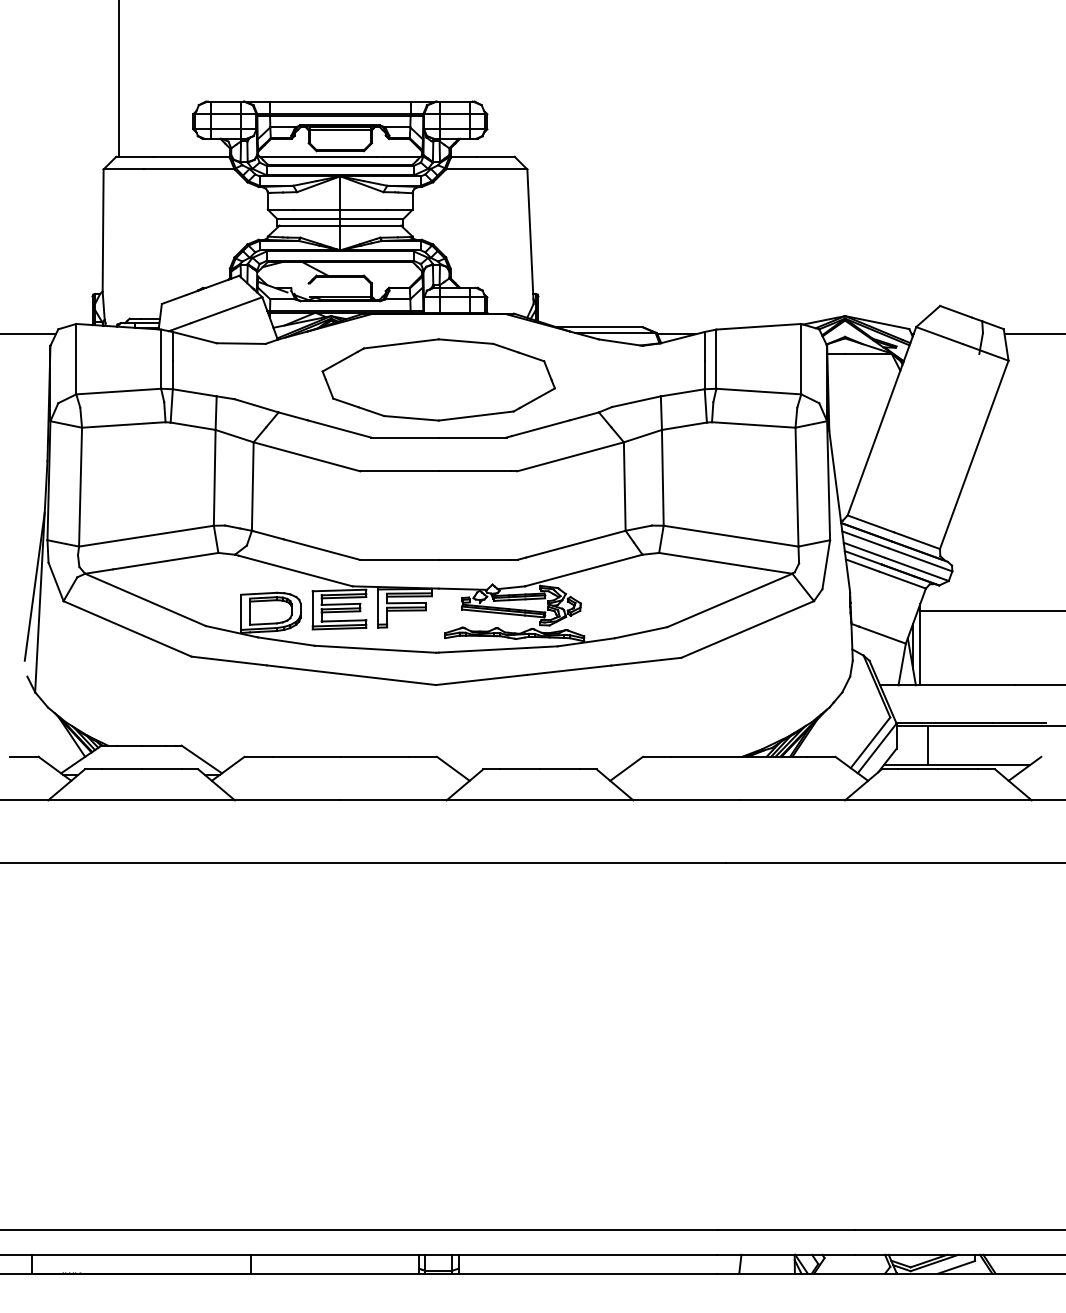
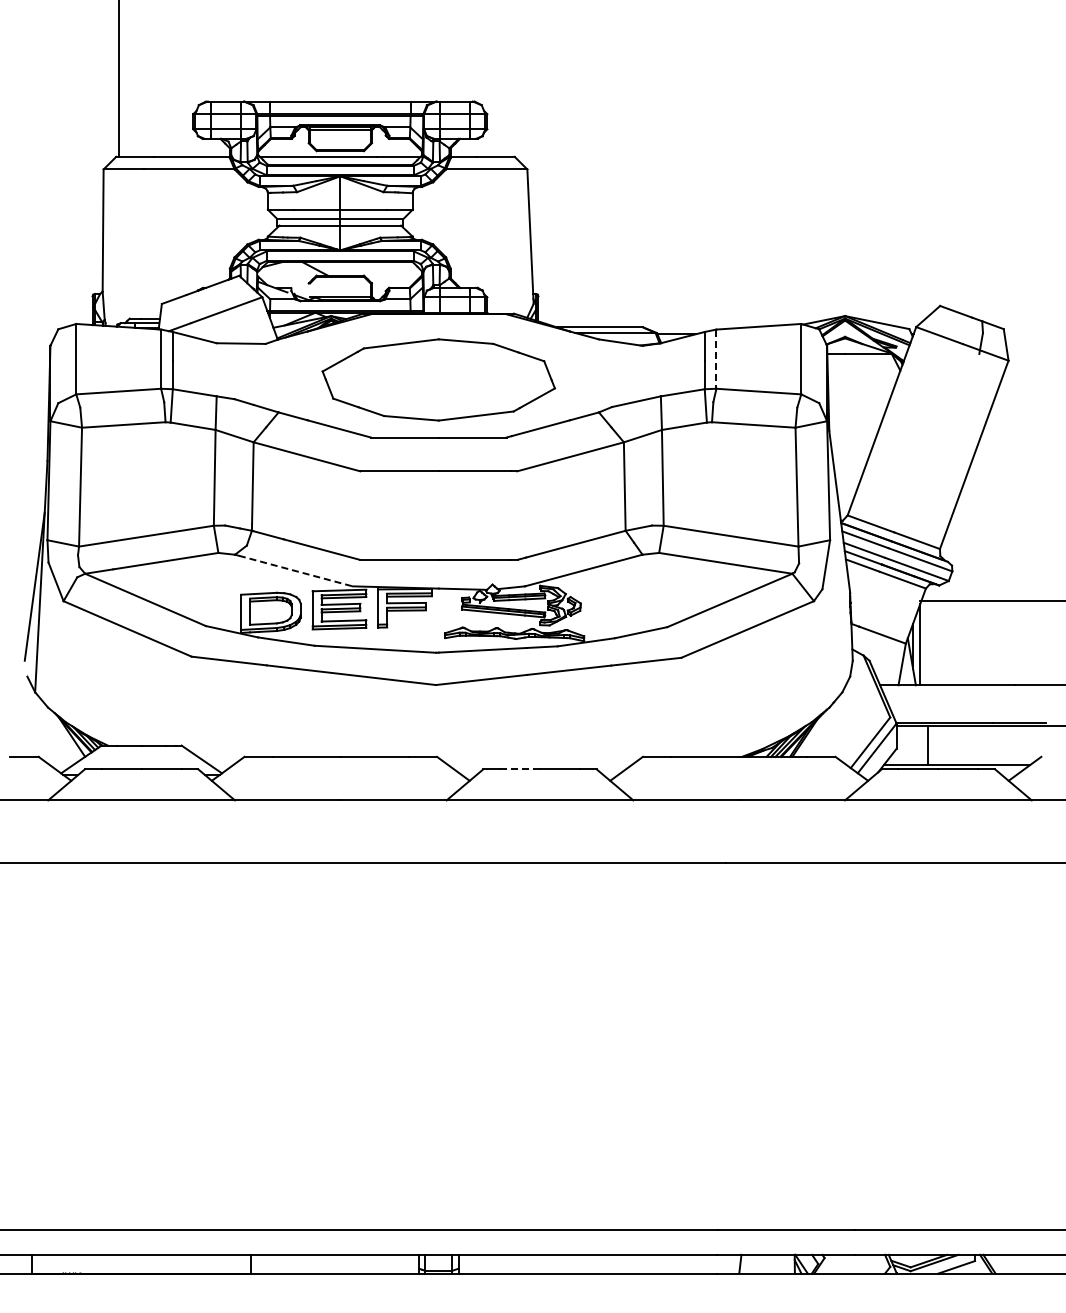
line at (28, 334): present -> none
line at (1033, 334): present -> none
line at (716, 359): solid -> dashed
line at (295, 571): solid -> dashed
line at (991, 610) position: (991, 610) -> (991, 600)
line at (520, 769): solid -> dashed
